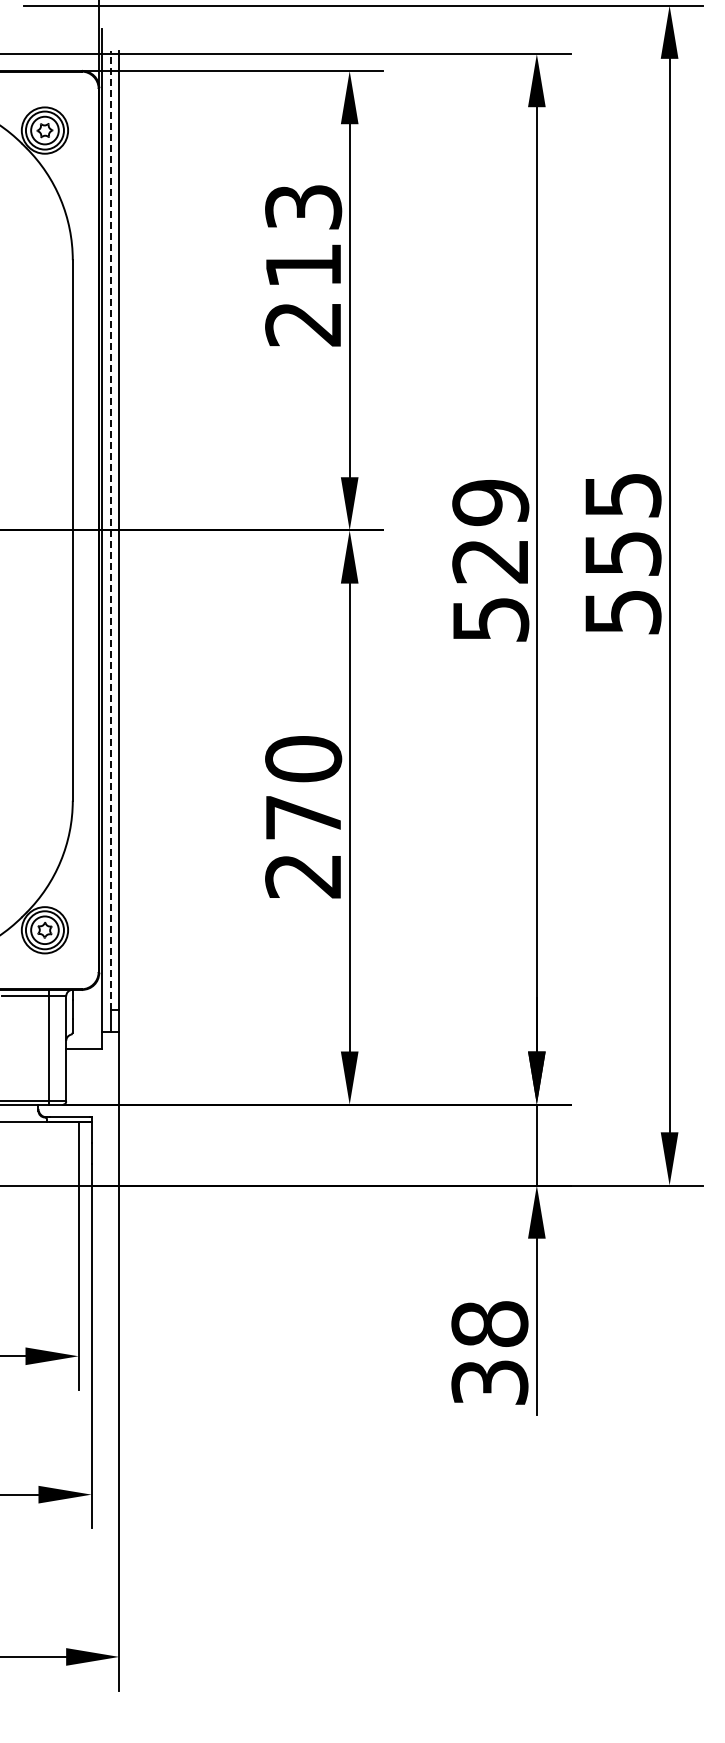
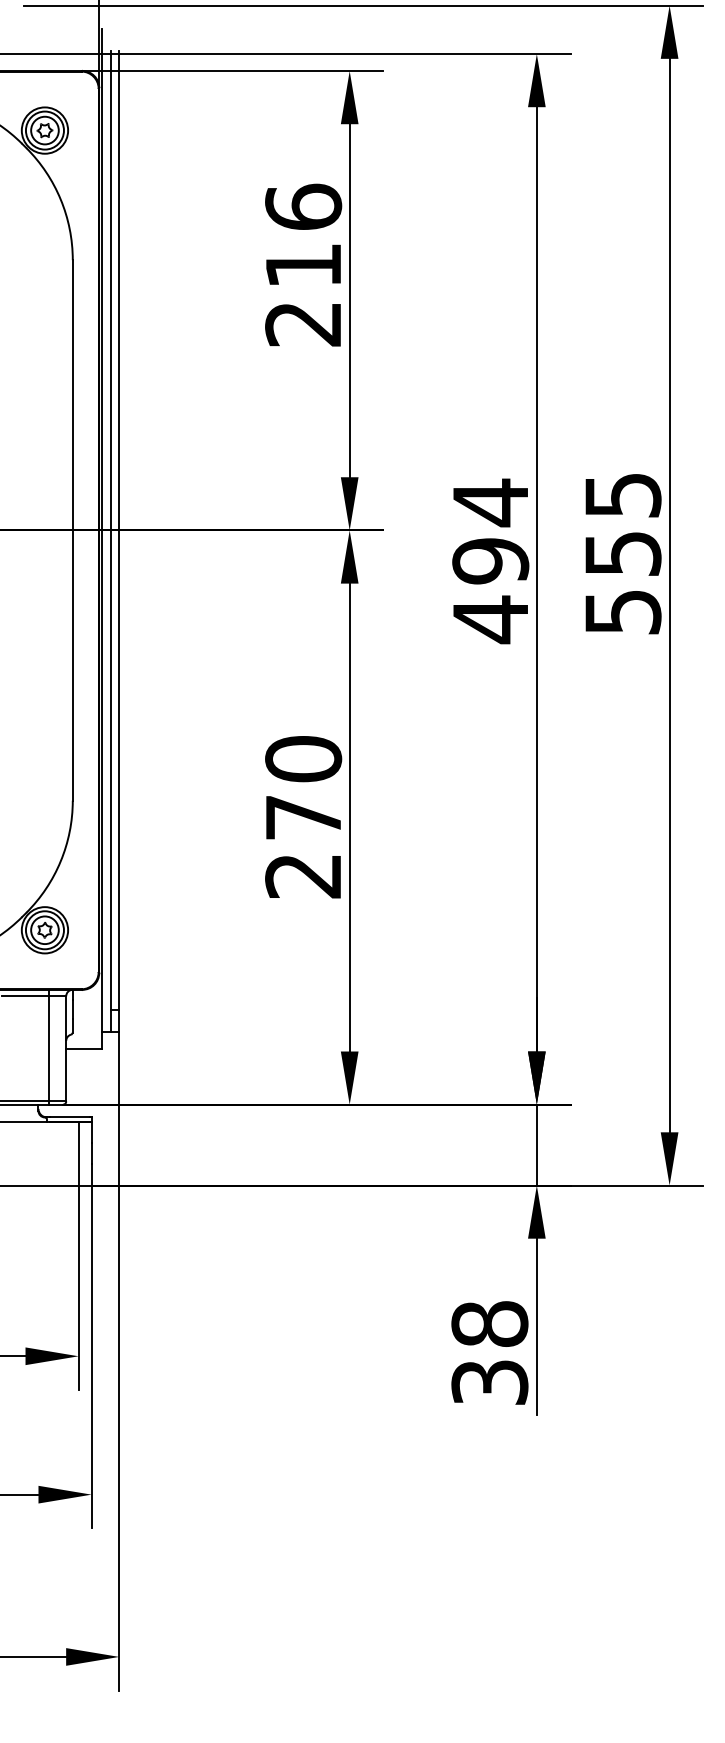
text at (303, 206): 213 -> 216
line at (110, 530): dashed -> solid
text at (490, 561): 529 -> 494
